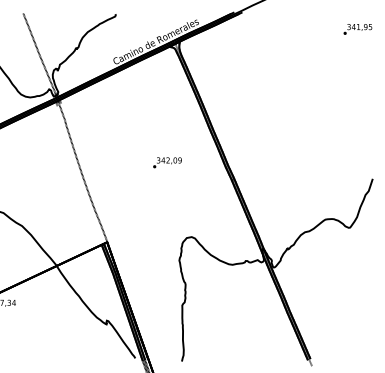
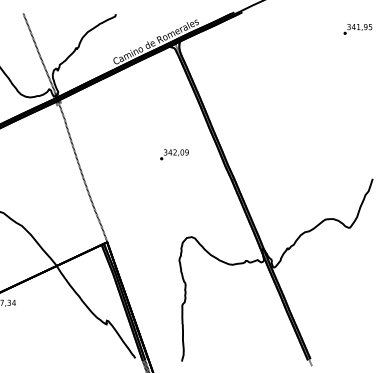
text at (167, 162) position: (167, 162) -> (174, 154)
